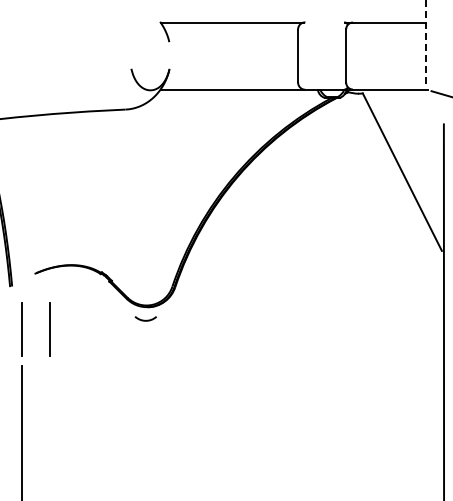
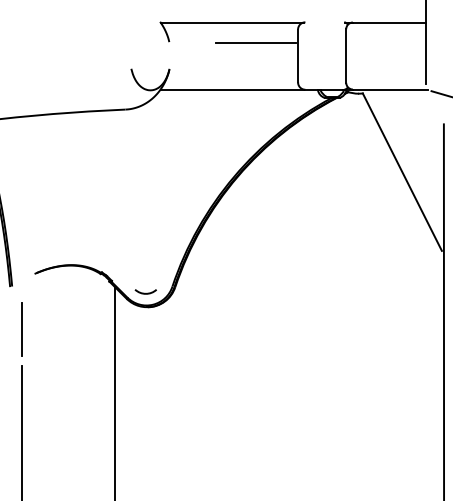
line at (255, 42): none -> present
line at (425, 42): dashed -> solid
part at (145, 318) position: (145, 318) -> (145, 291)
line at (49, 329): present -> none
line at (115, 392): none -> present
